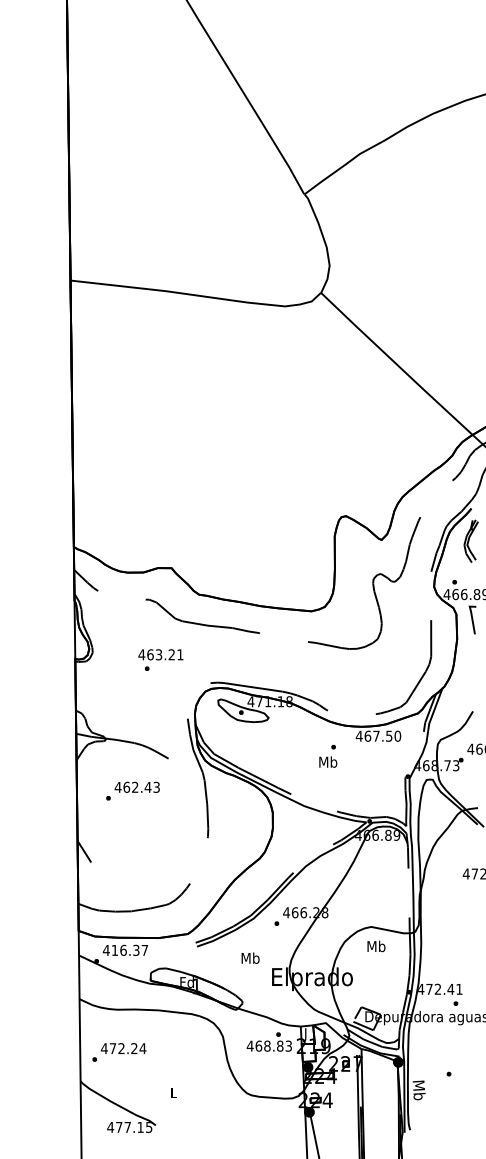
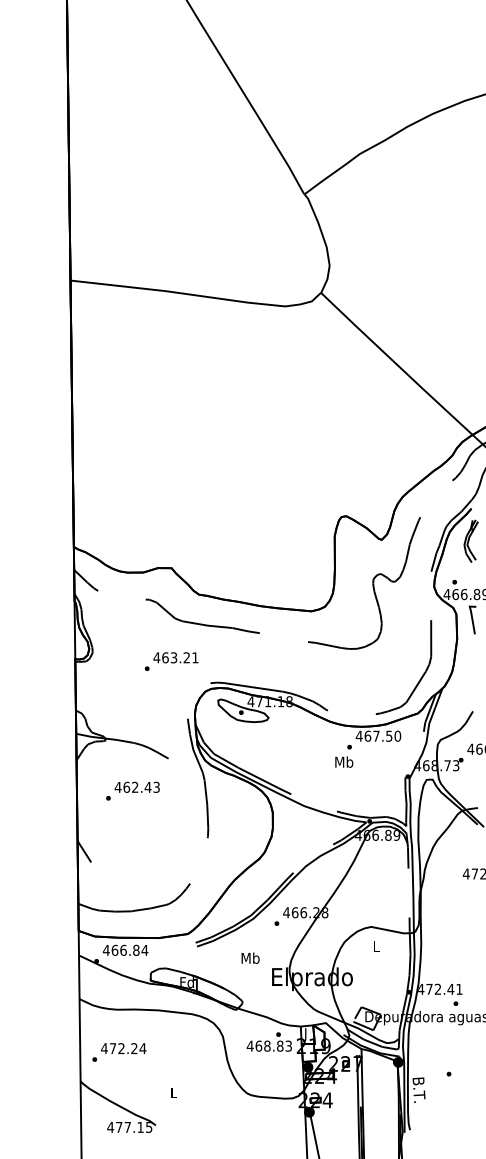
text at (160, 654) position: (160, 654) -> (175, 657)
text at (328, 755) position: (328, 755) -> (344, 755)
text at (376, 946): Mb -> L
text at (129, 949): 416.37 -> 466.84
text at (418, 1089): Mb -> B.T.
